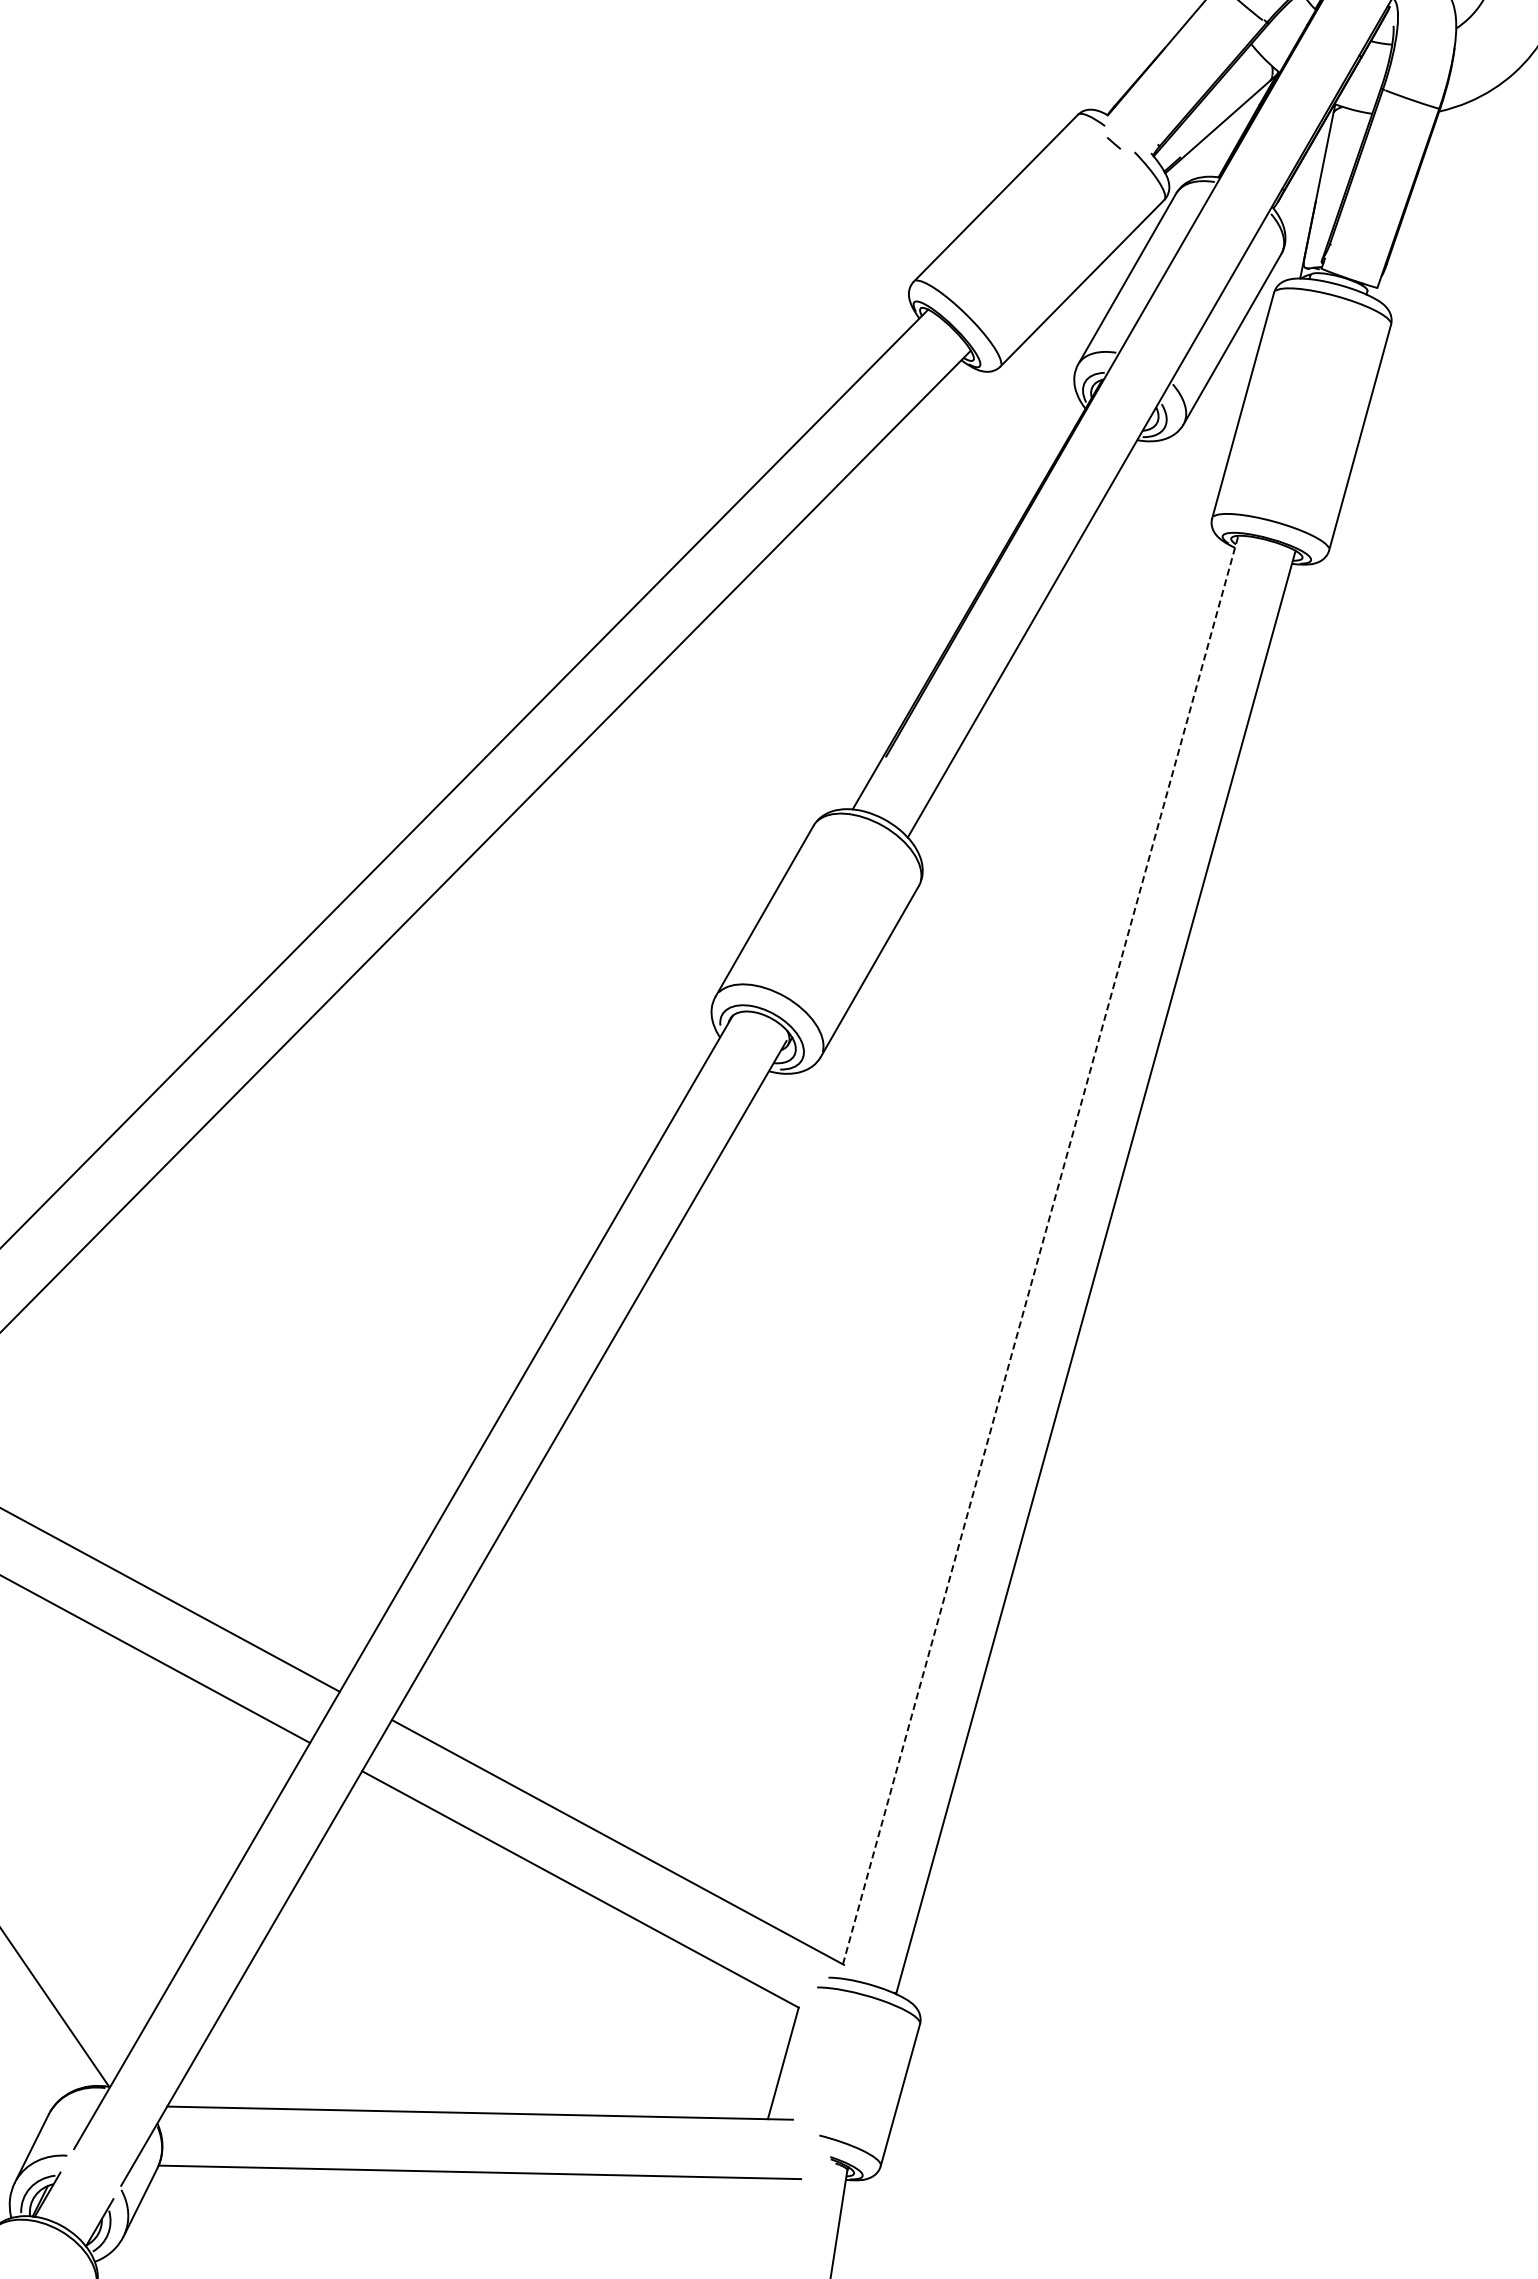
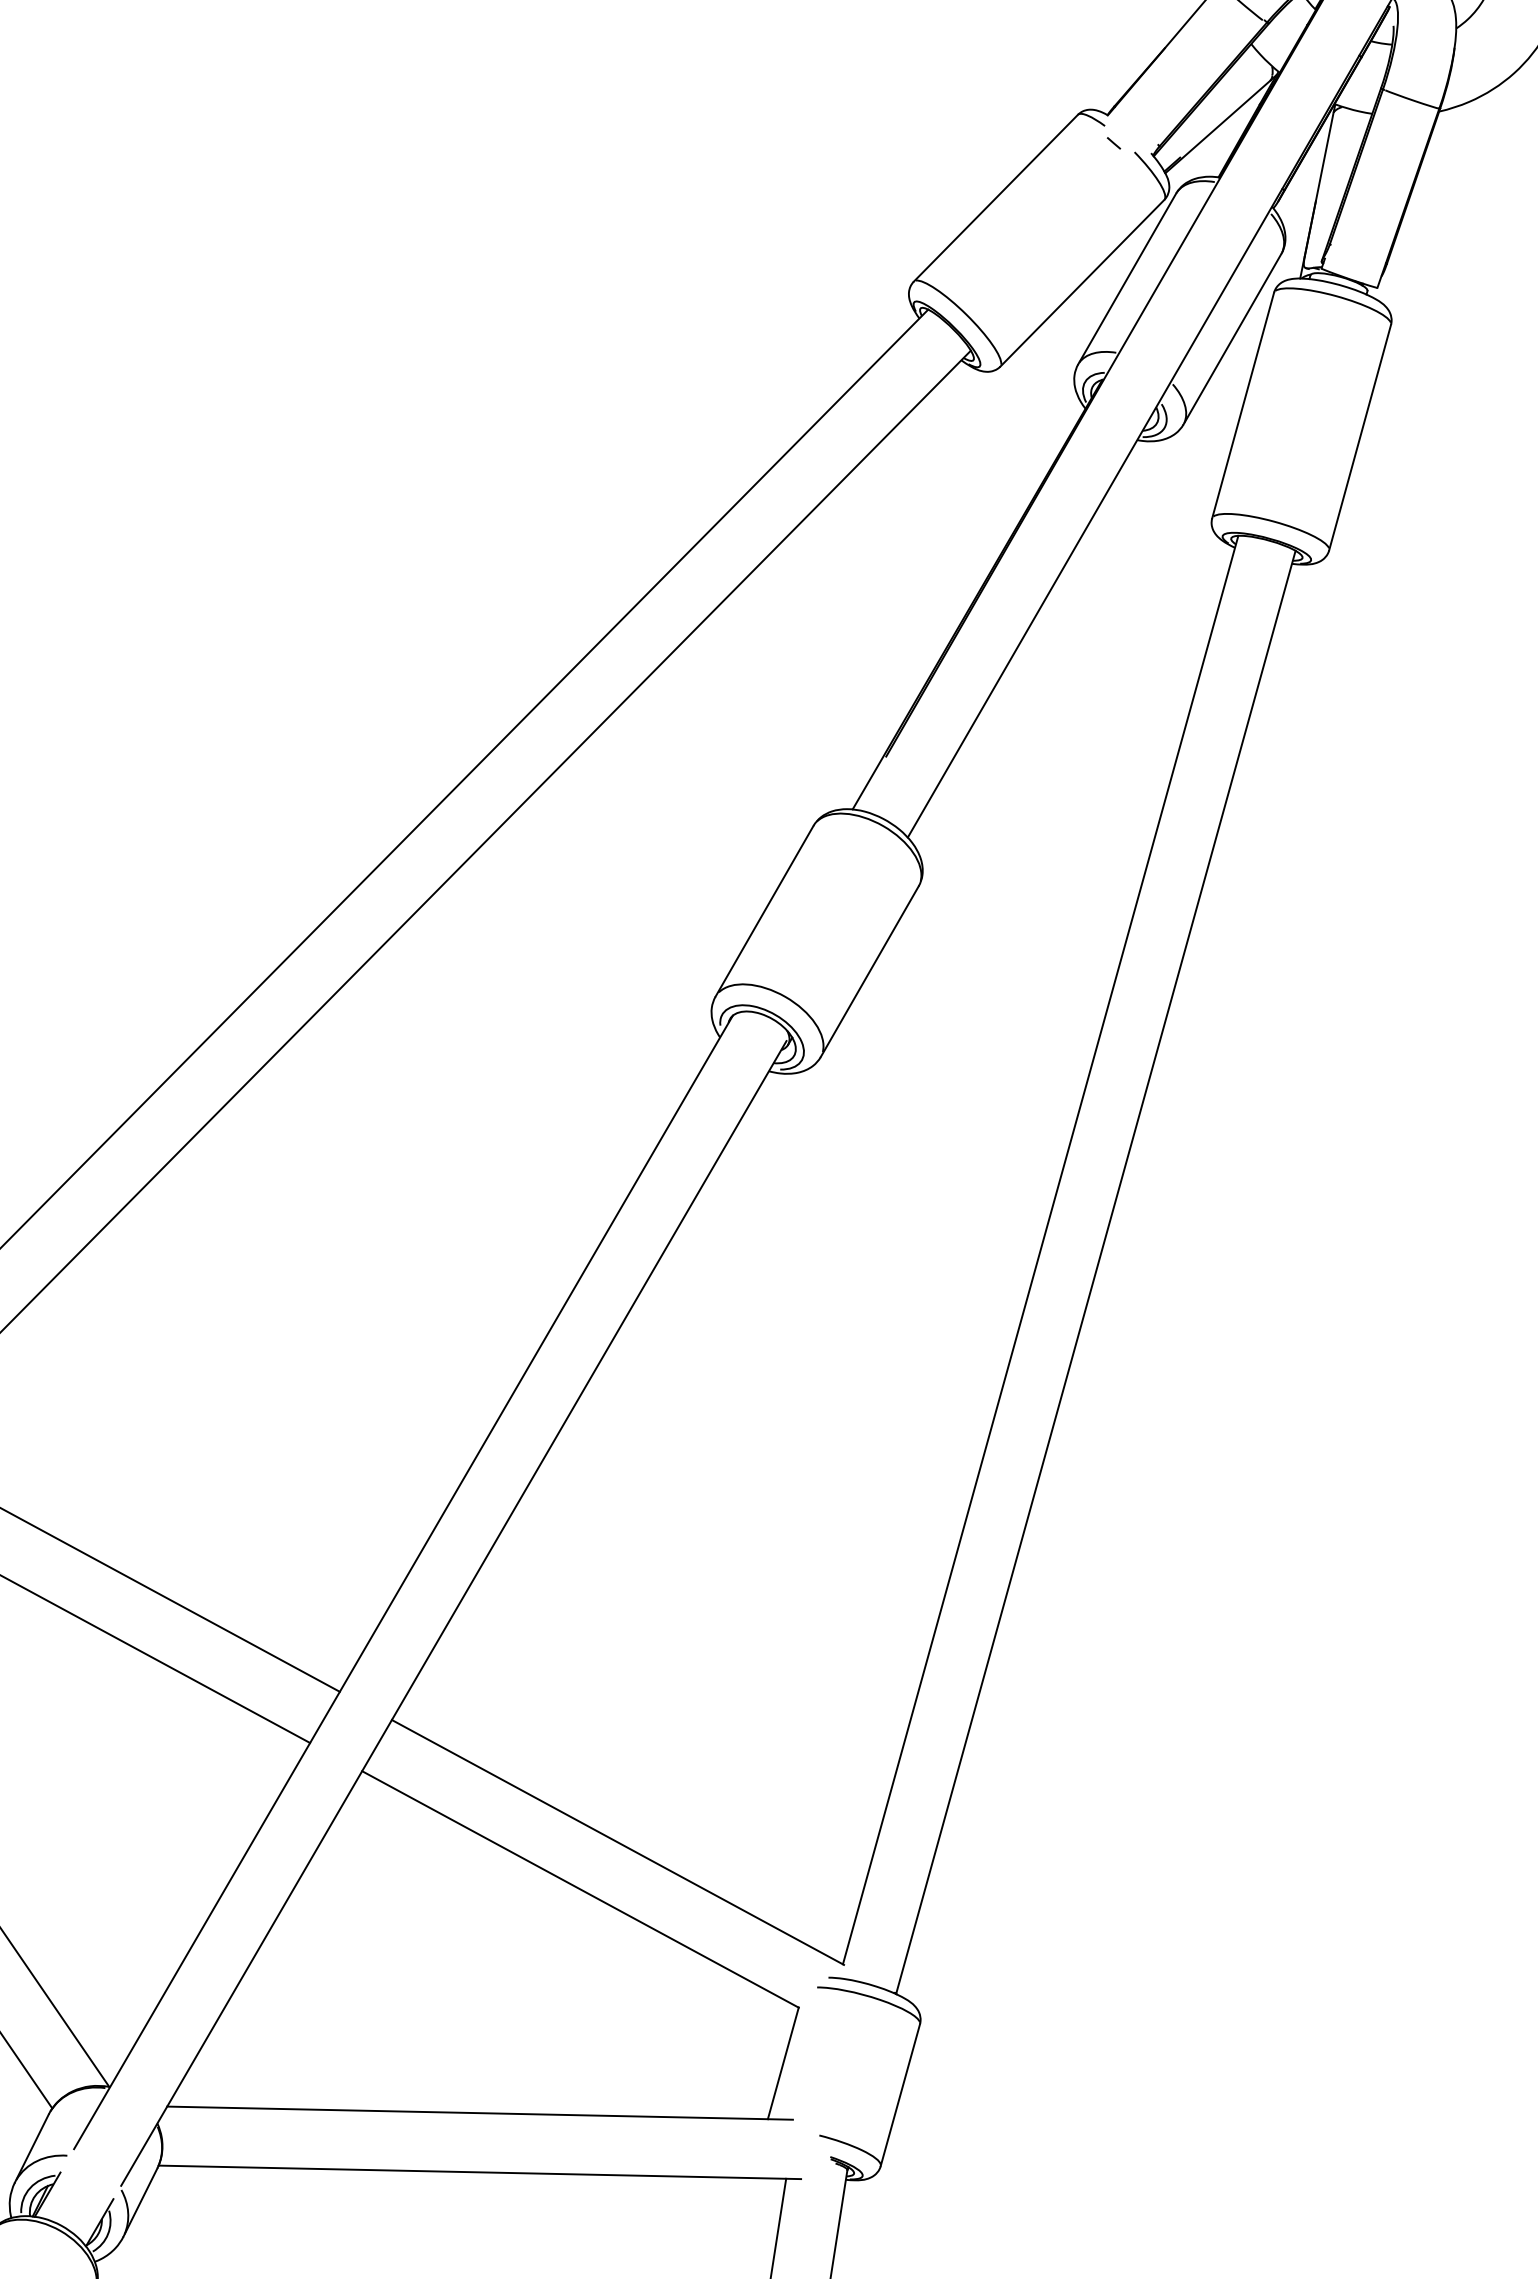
line at (1040, 1249): dashed -> solid
line at (27, 2071): none -> present
line at (778, 2226): none -> present
